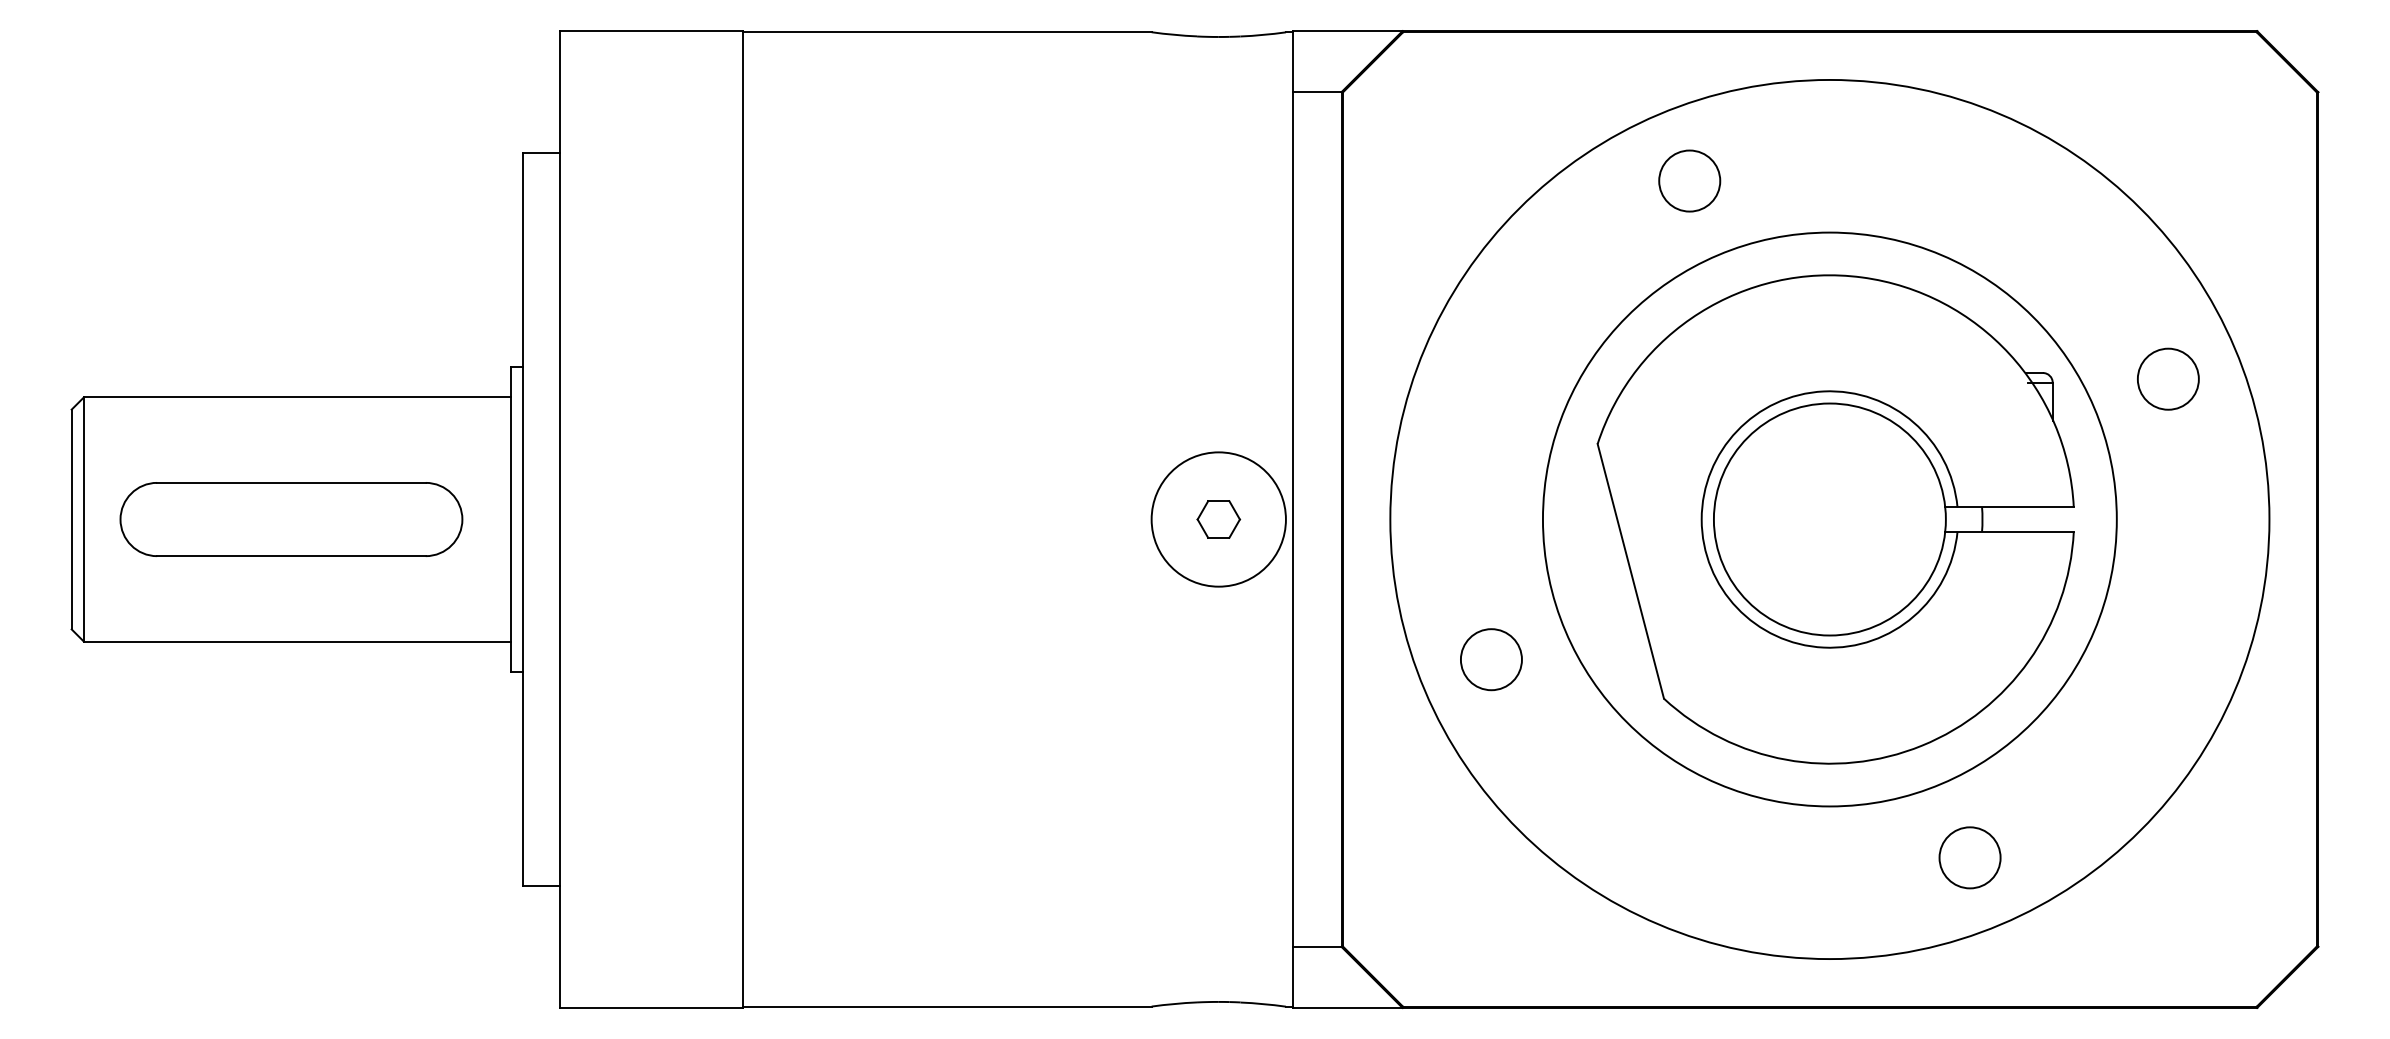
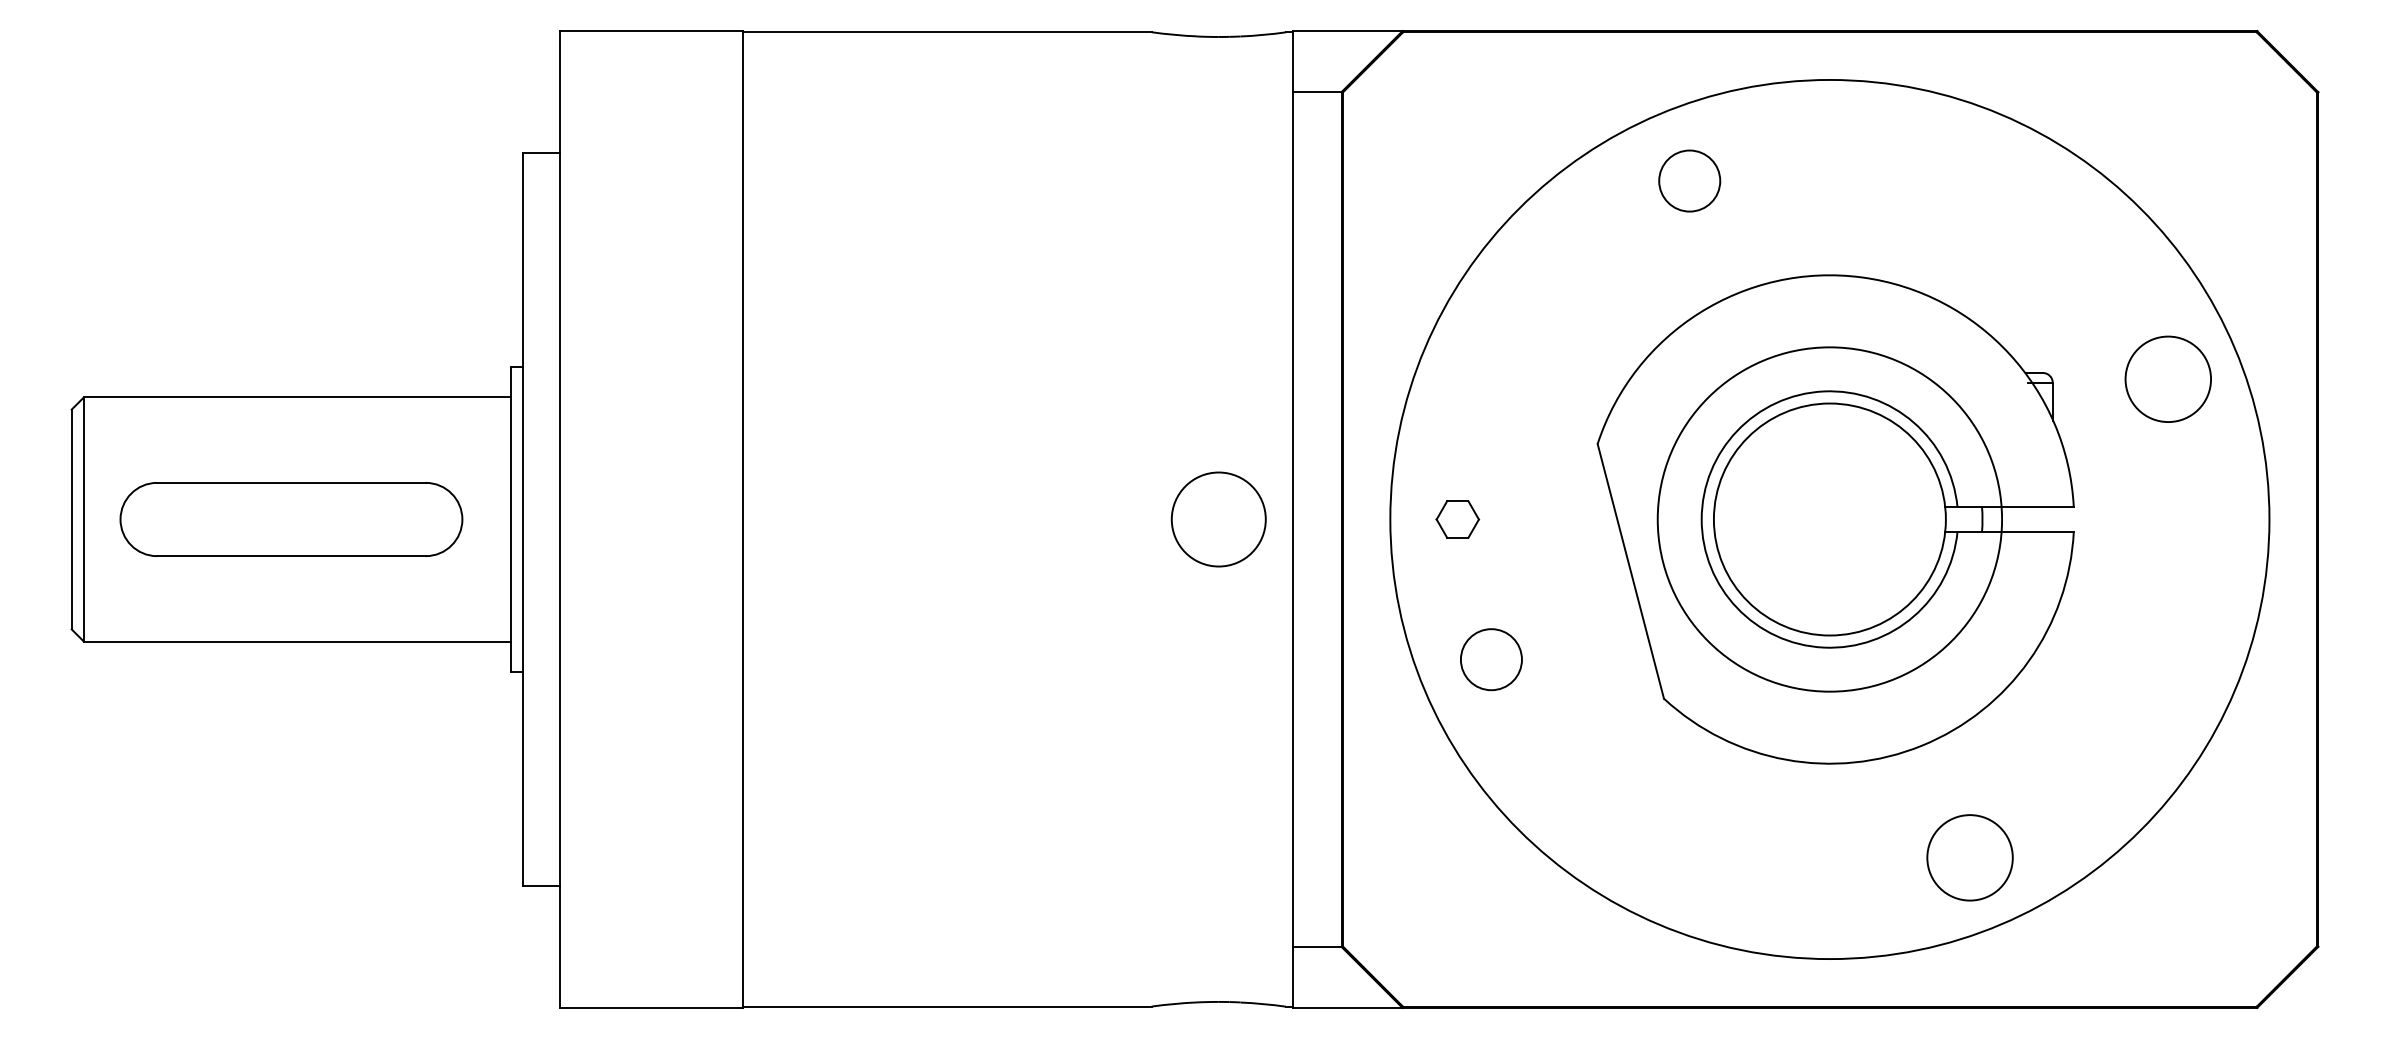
circle at (2168, 378) size: 63x64 px -> 88x88 px
circle at (1218, 519) diameter: 134 px -> 94 px
part at (1218, 519) position: (1218, 519) -> (1457, 519)
circle at (1829, 519) diameter: 574 px -> 344 px
circle at (1969, 857) diameter: 61 px -> 85 px
